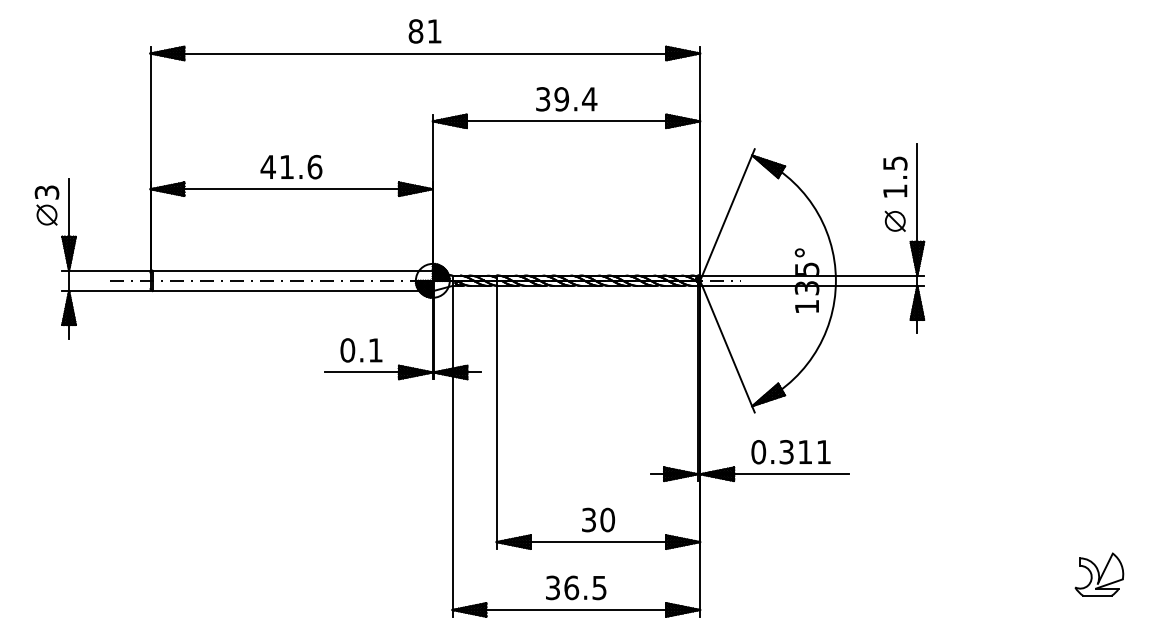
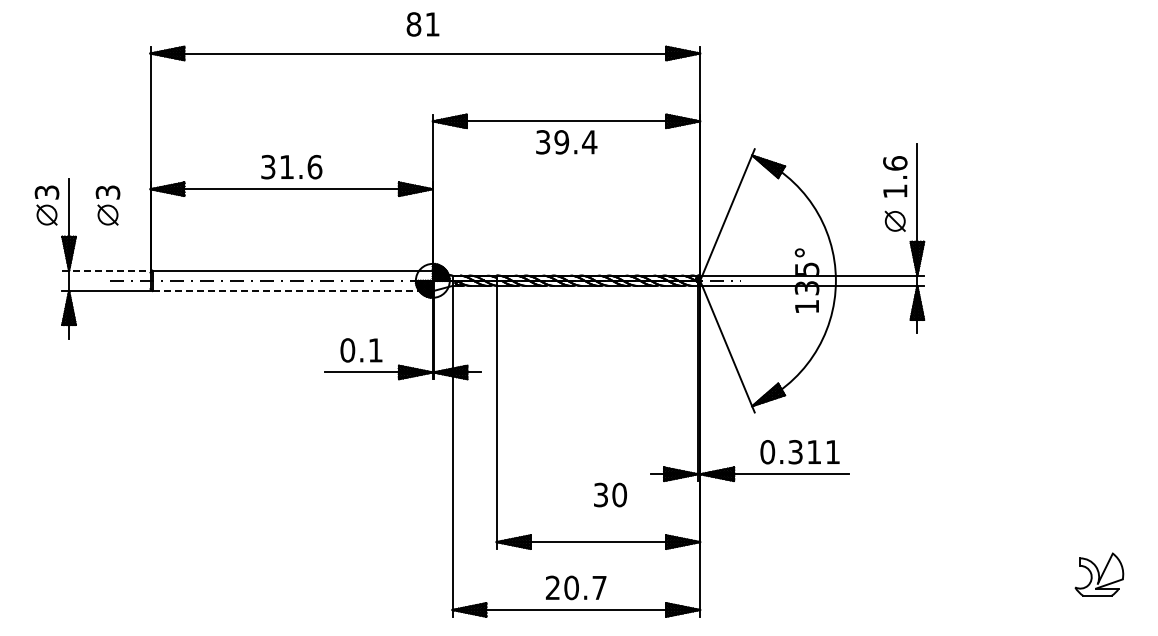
text at (424, 31) position: (424, 31) -> (422, 24)
text at (566, 99) position: (566, 99) -> (566, 142)
text at (895, 163): 1.5 -> 1.6
text at (267, 166): 41.6 -> 31.6
part at (107, 205): none -> present
line at (106, 270): solid -> dashed
line at (293, 291): solid -> dashed
text at (790, 452) position: (790, 452) -> (799, 452)
text at (598, 519) position: (598, 519) -> (610, 494)
text at (576, 587): 36.5 -> 20.7
